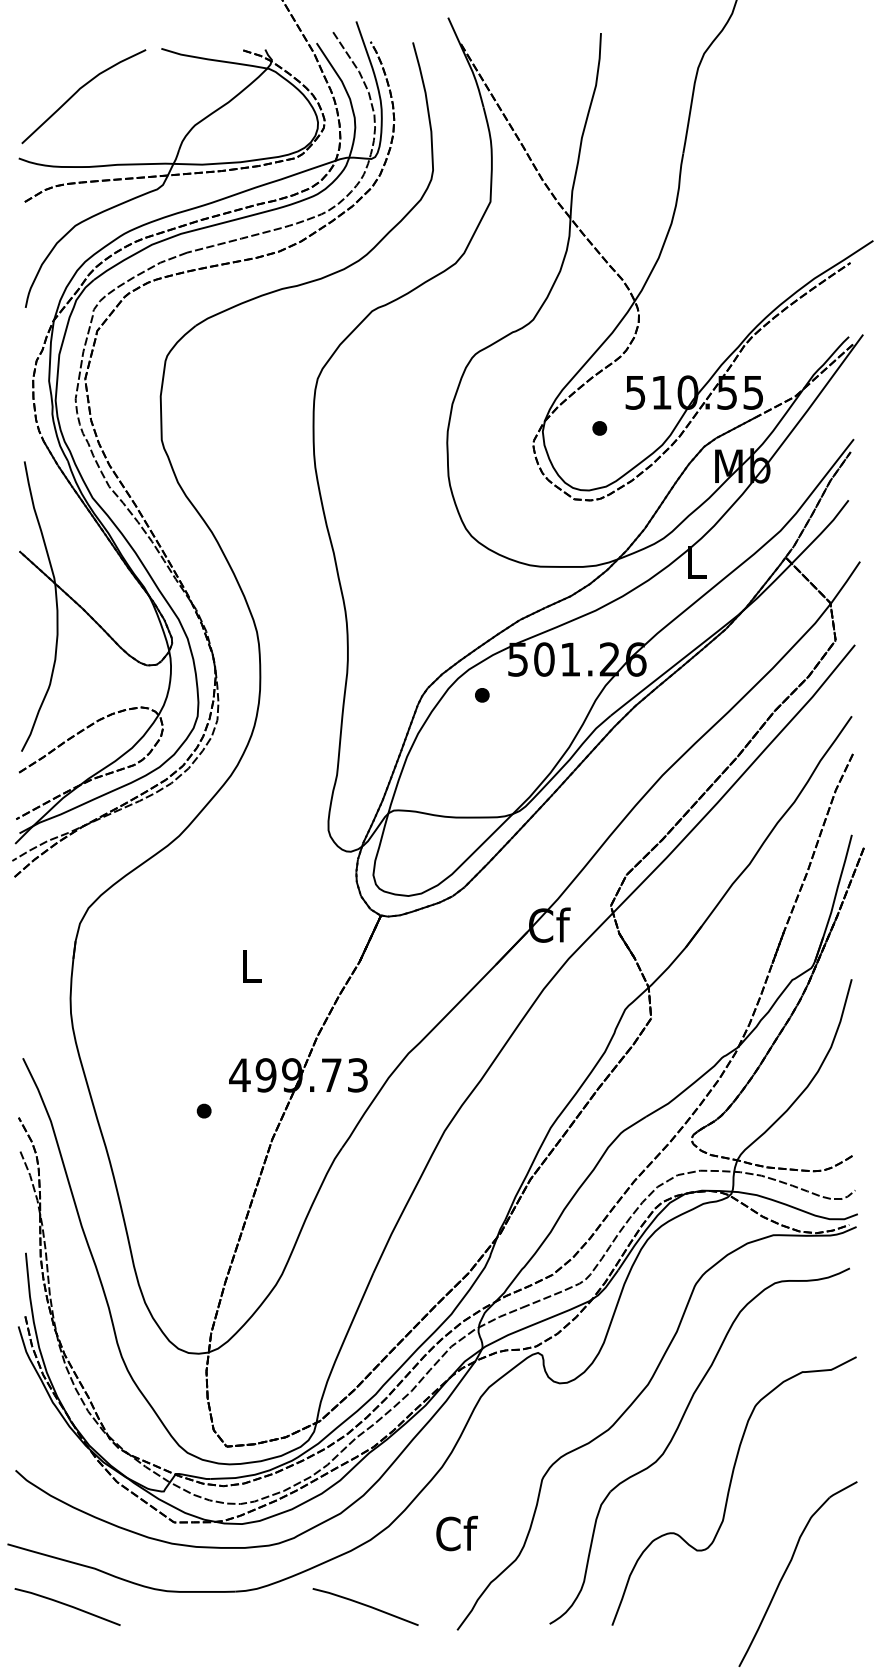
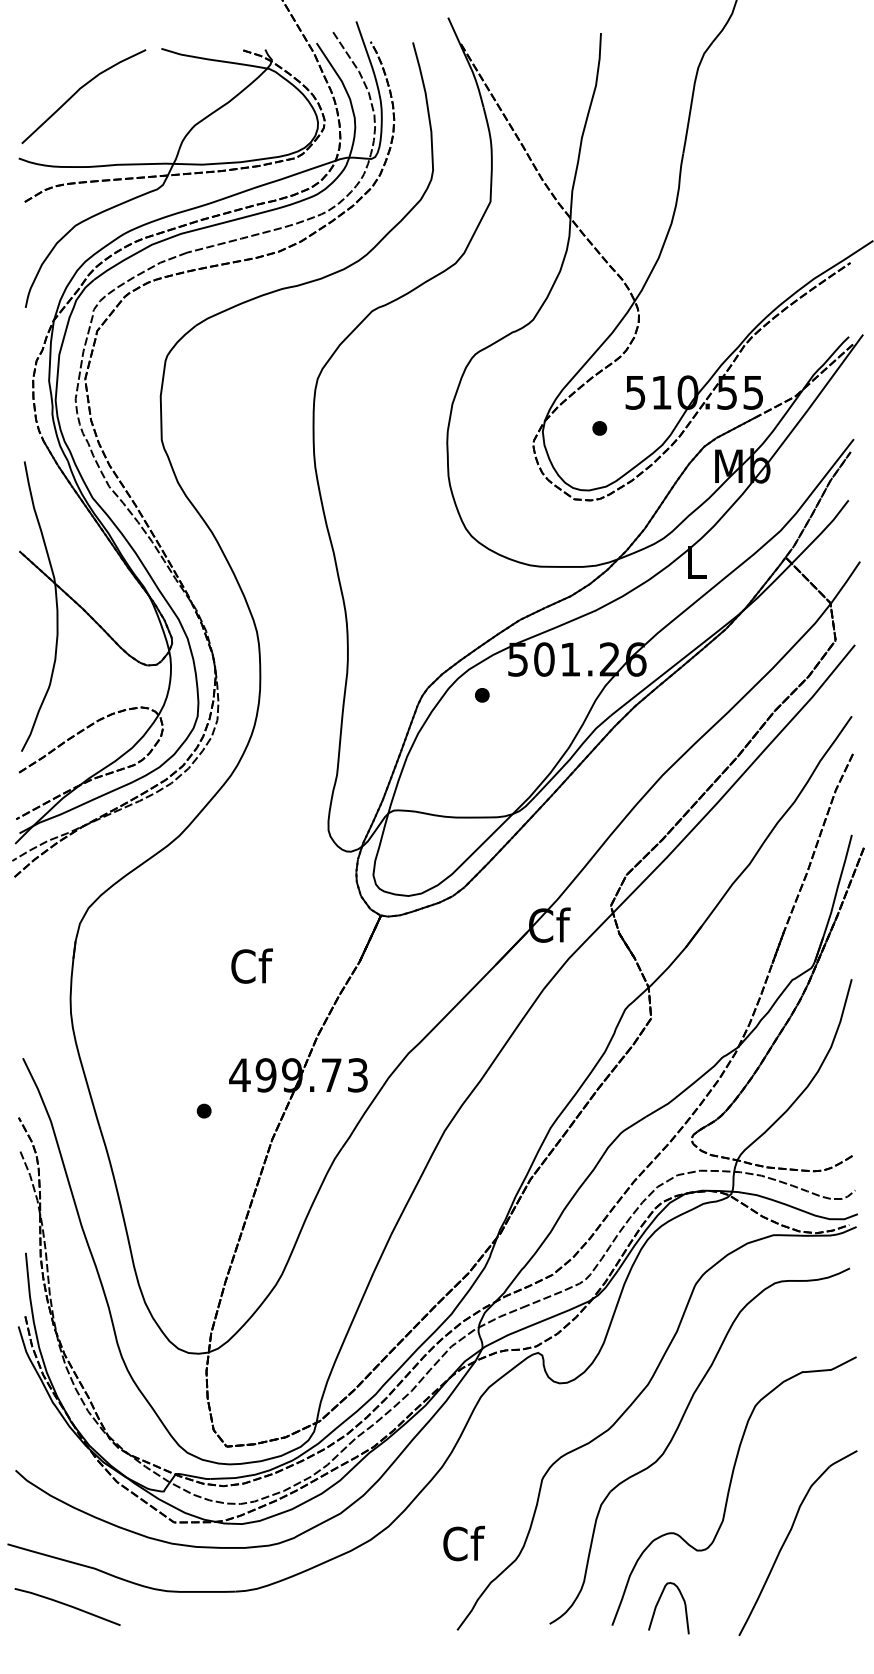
text at (251, 965): L -> Cf
text at (456, 1533) position: (456, 1533) -> (463, 1543)
part at (787, 1569) position: (787, 1569) -> (787, 1538)
curve at (658, 1603): none -> present
curve at (365, 1606): present -> none
